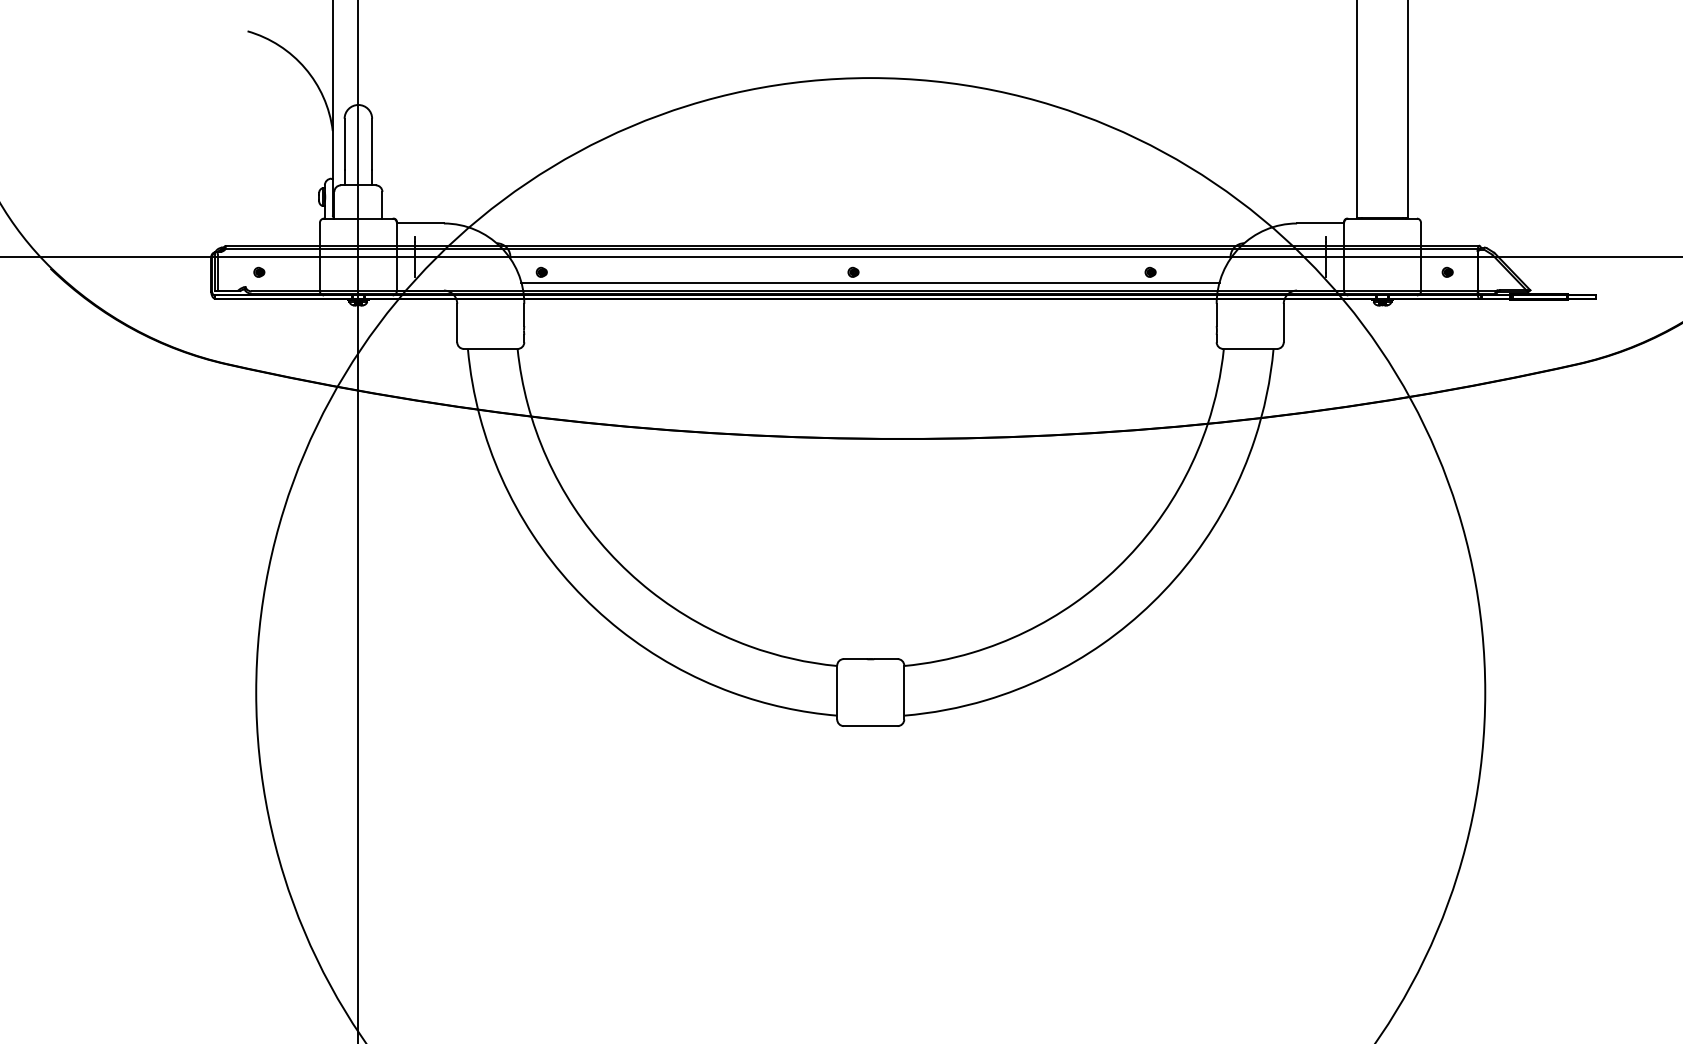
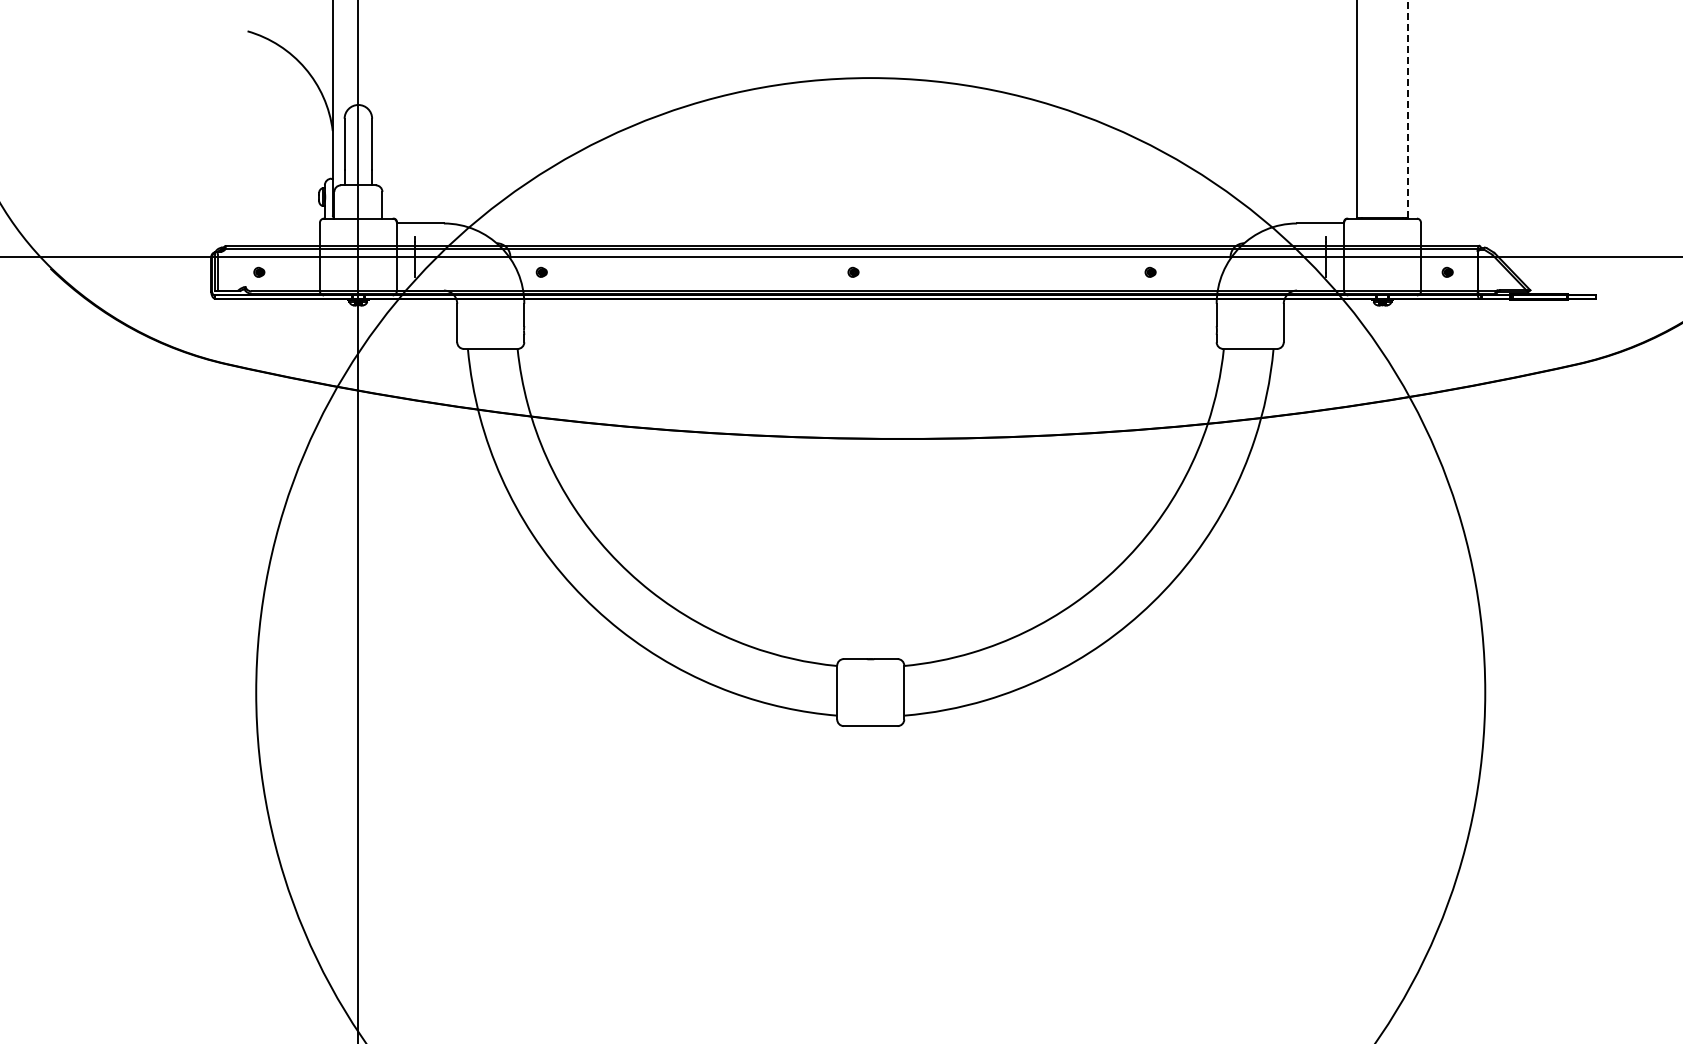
line at (1408, 108): solid -> dashed
line at (870, 282): present -> none
